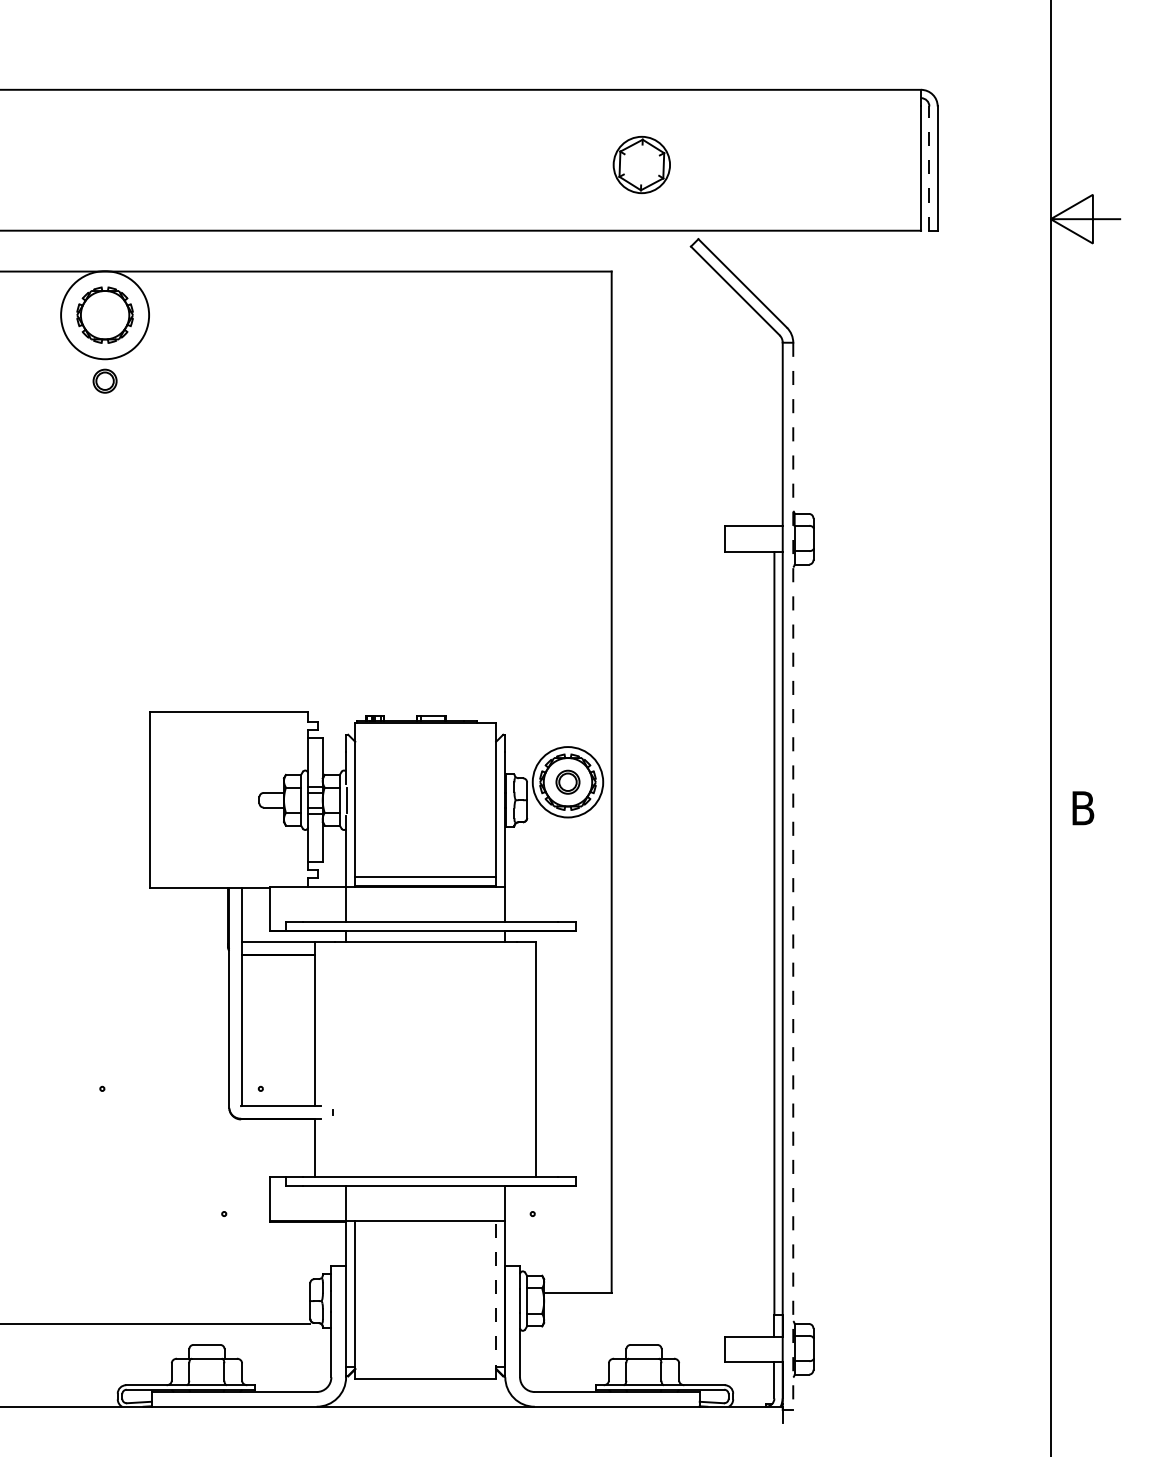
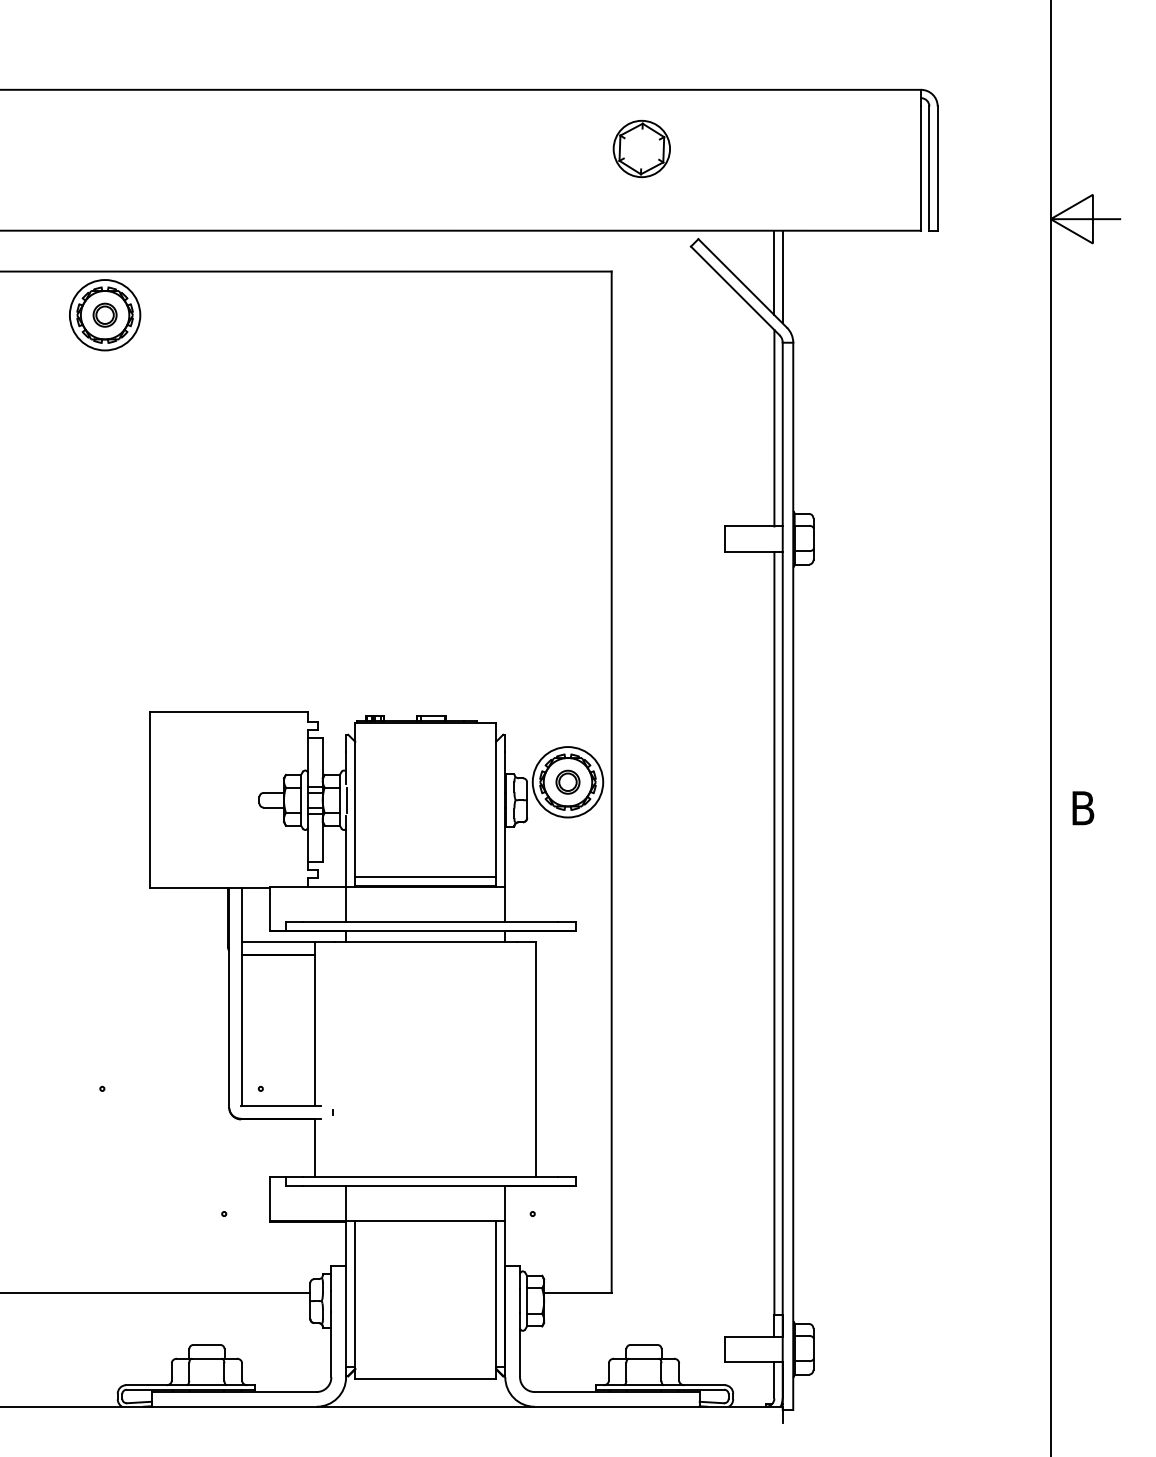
part at (641, 165) position: (641, 165) -> (641, 149)
line at (929, 168): dashed -> solid
line at (774, 272): none -> present
line at (782, 276): none -> present
circle at (105, 315) diameter: 88 px -> 70 px
part at (104, 380) position: (104, 380) -> (104, 314)
line at (774, 428): none -> present
line at (793, 876): dashed -> solid
line at (496, 1299): dashed -> solid
line at (156, 1323) position: (156, 1323) -> (156, 1292)
